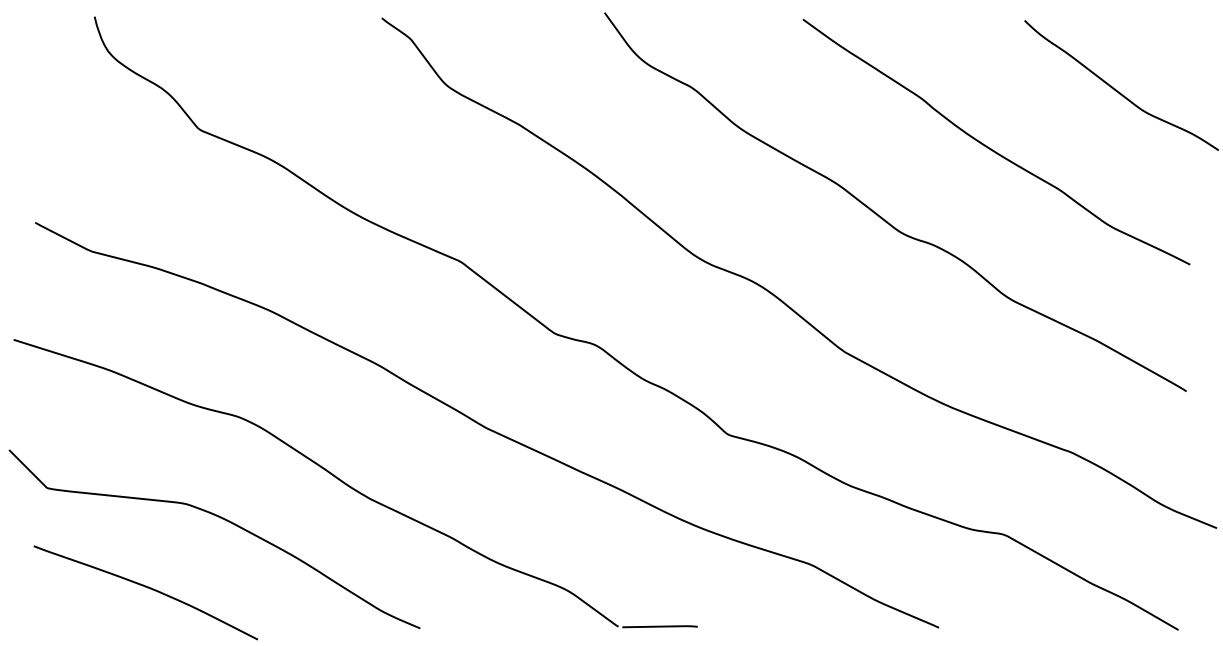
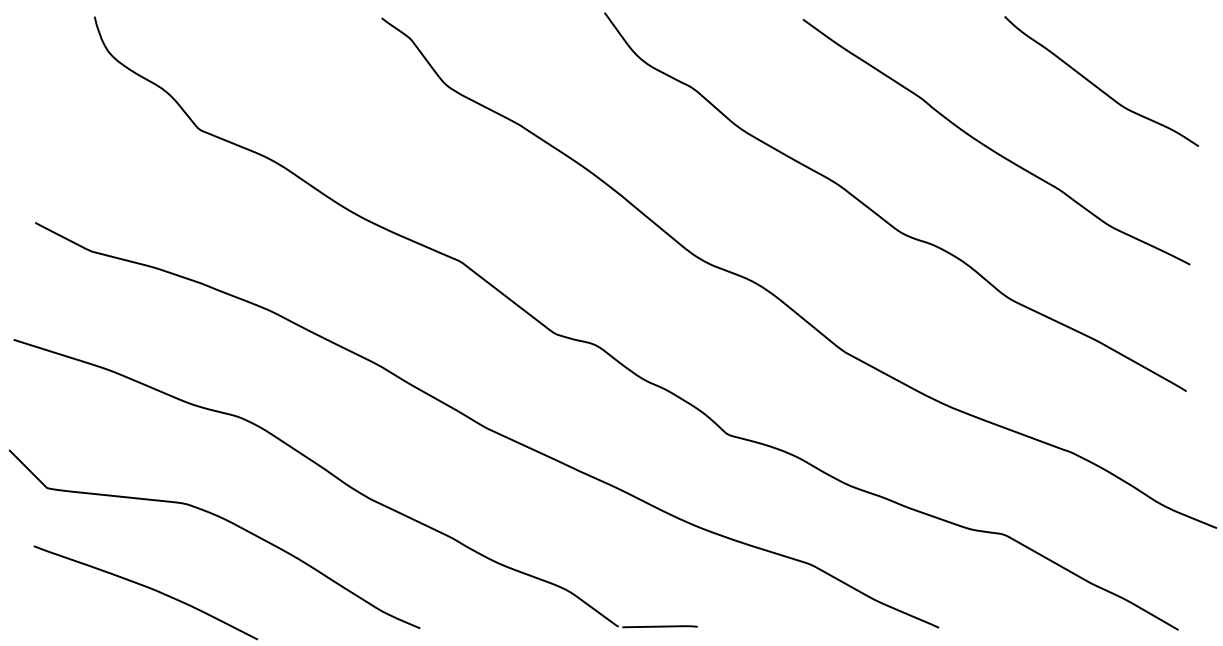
curve at (1119, 91) position: (1119, 91) -> (1099, 87)
